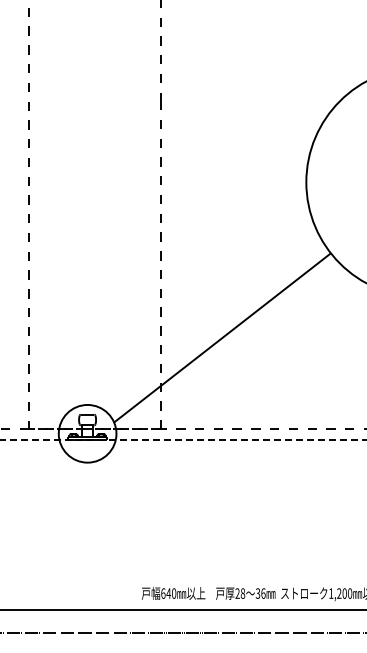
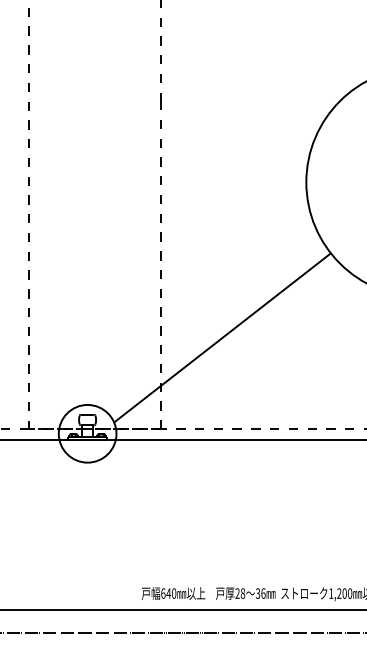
line at (183, 440): dashed -> solid
